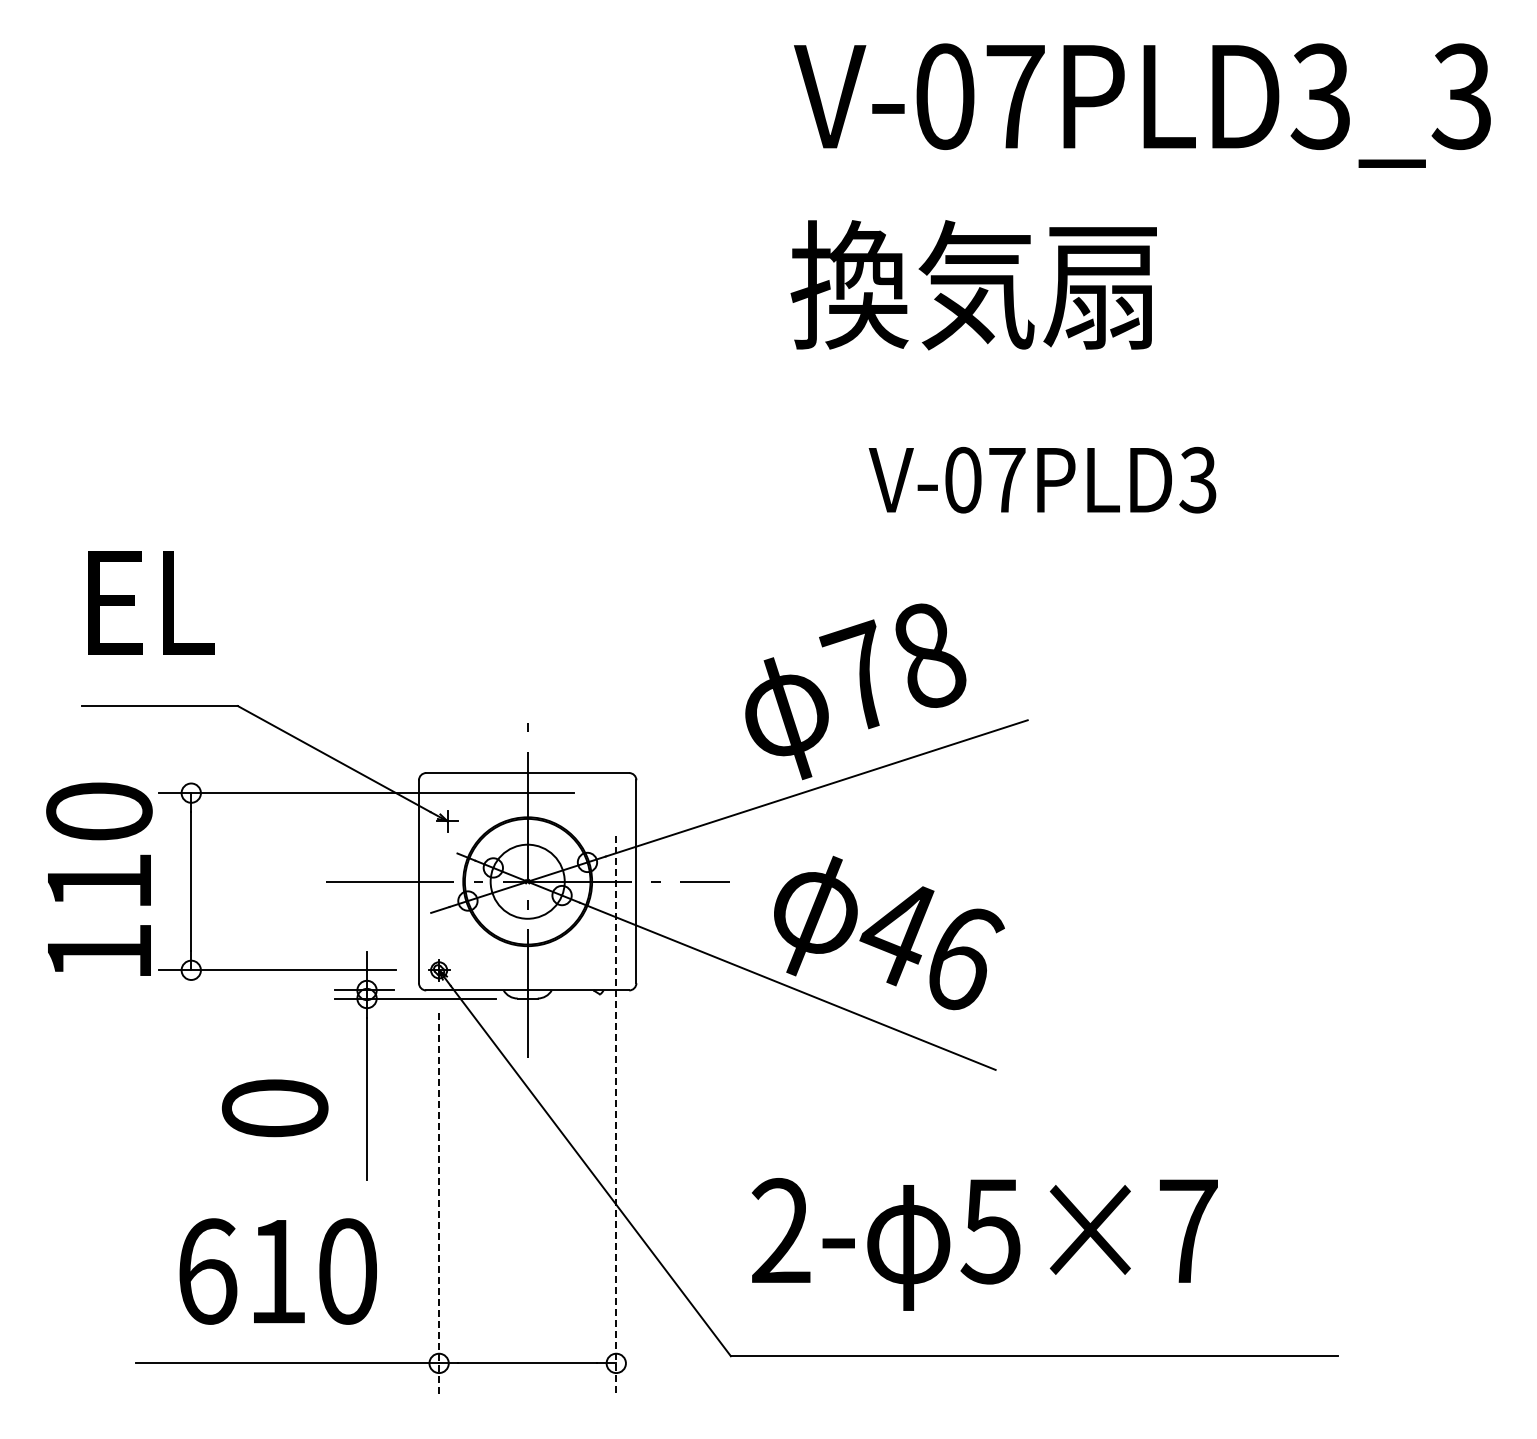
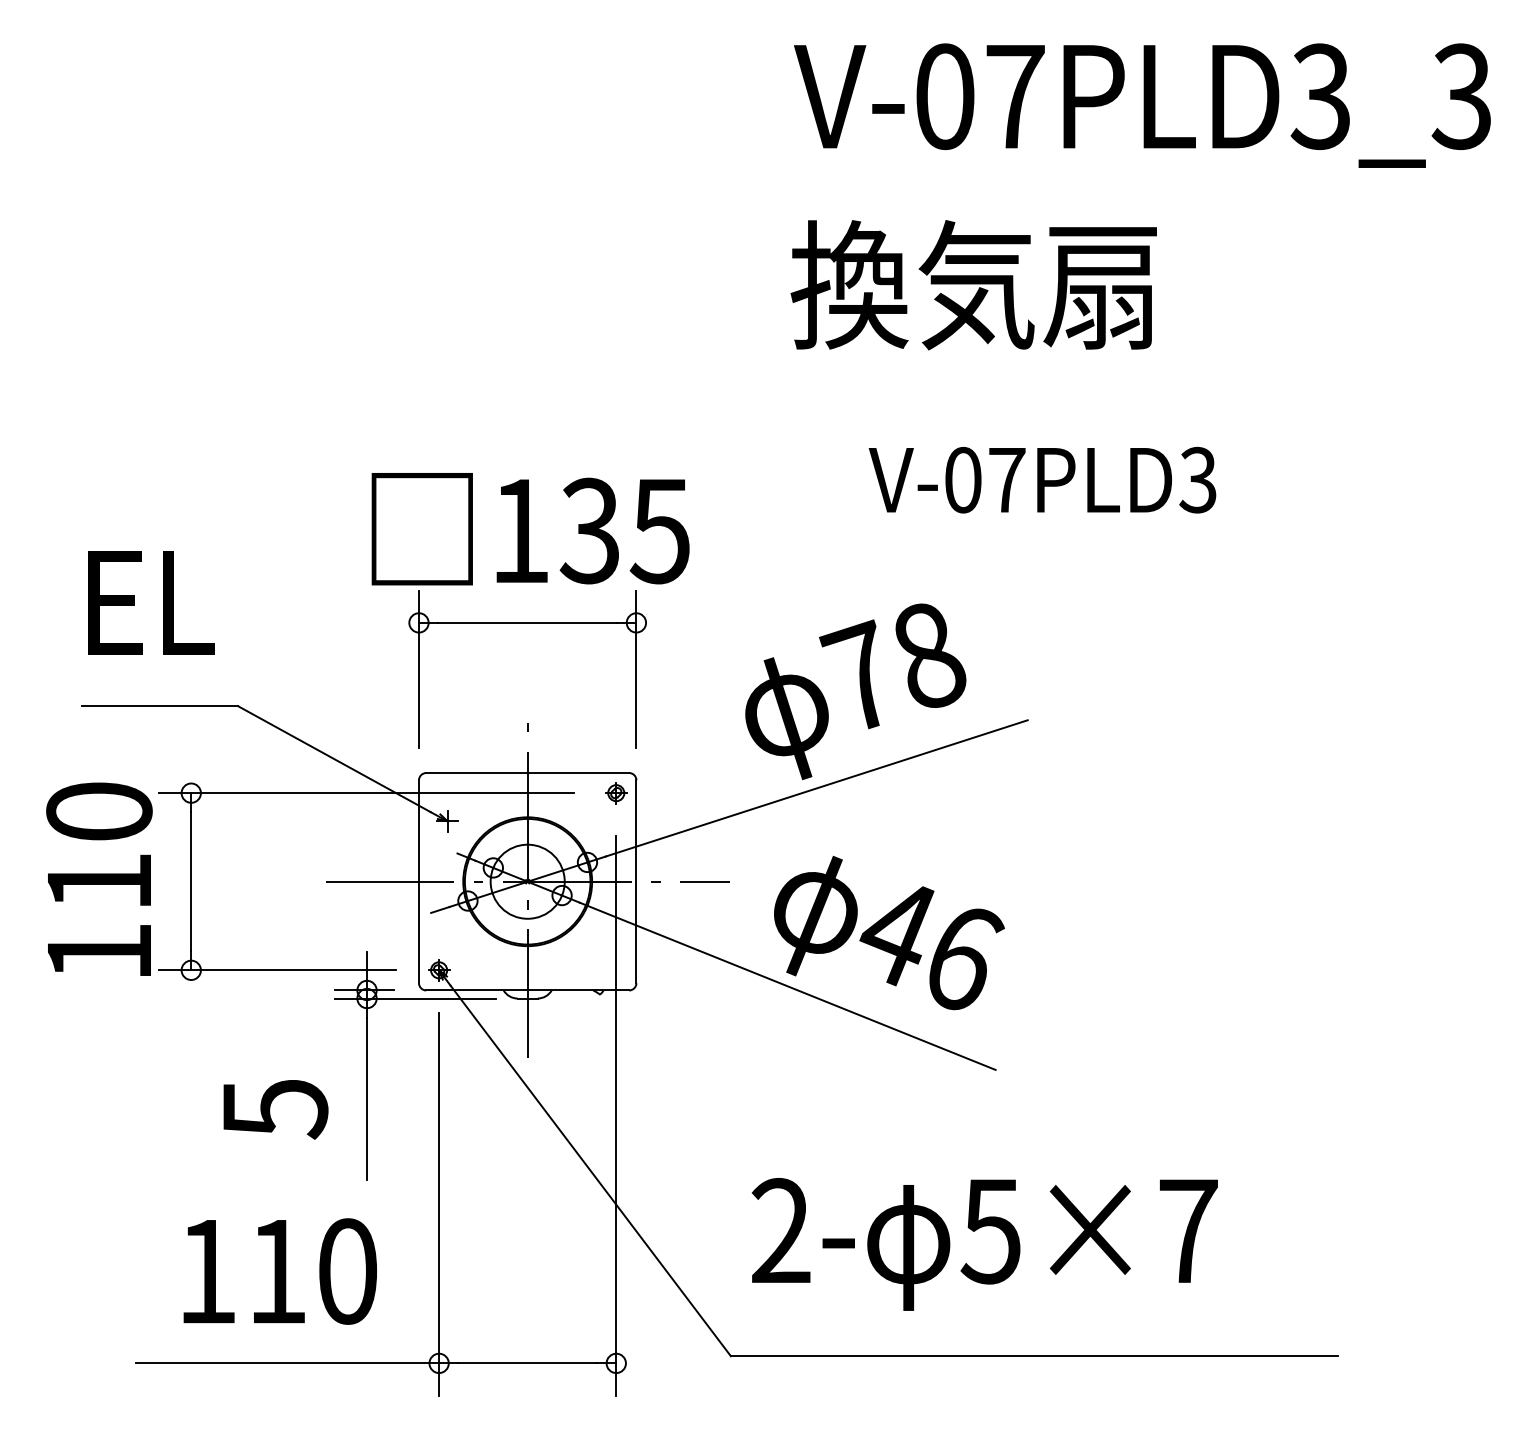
part at (530, 622): none -> present
part at (616, 793): none -> present
text at (274, 1109): 0 -> 5
line at (616, 1115): dashed -> solid
line at (439, 1204): dashed -> solid
text at (208, 1271): 610 -> 110
